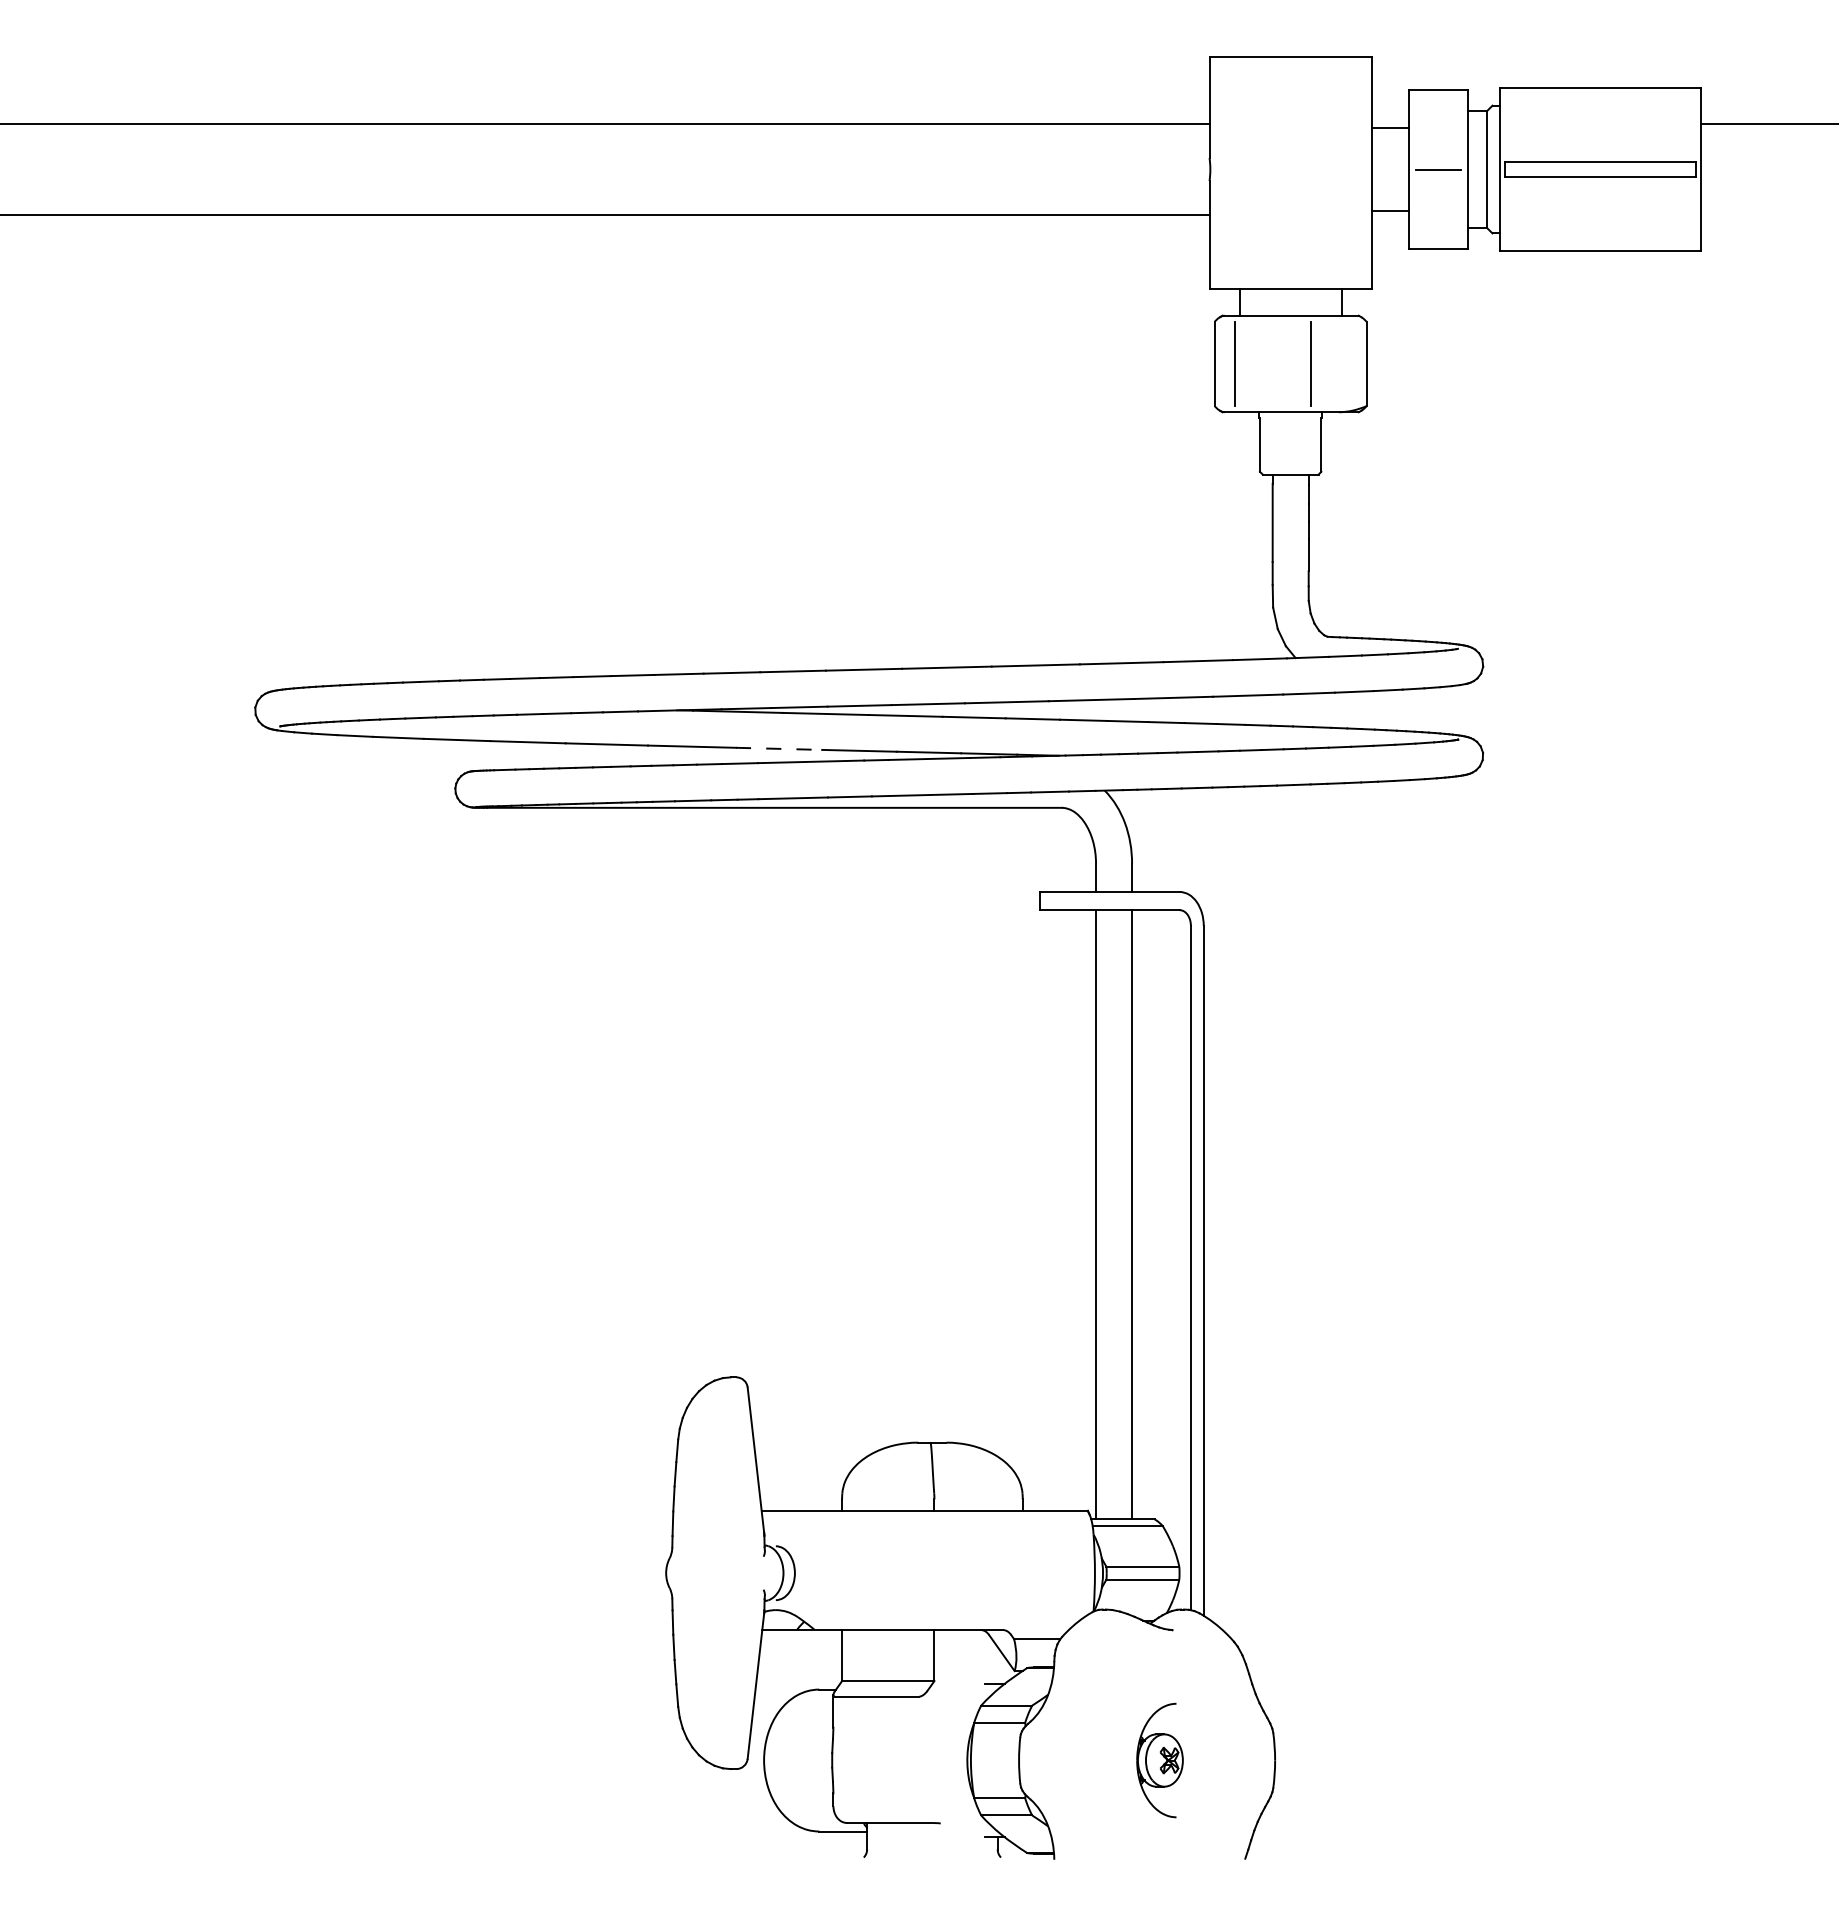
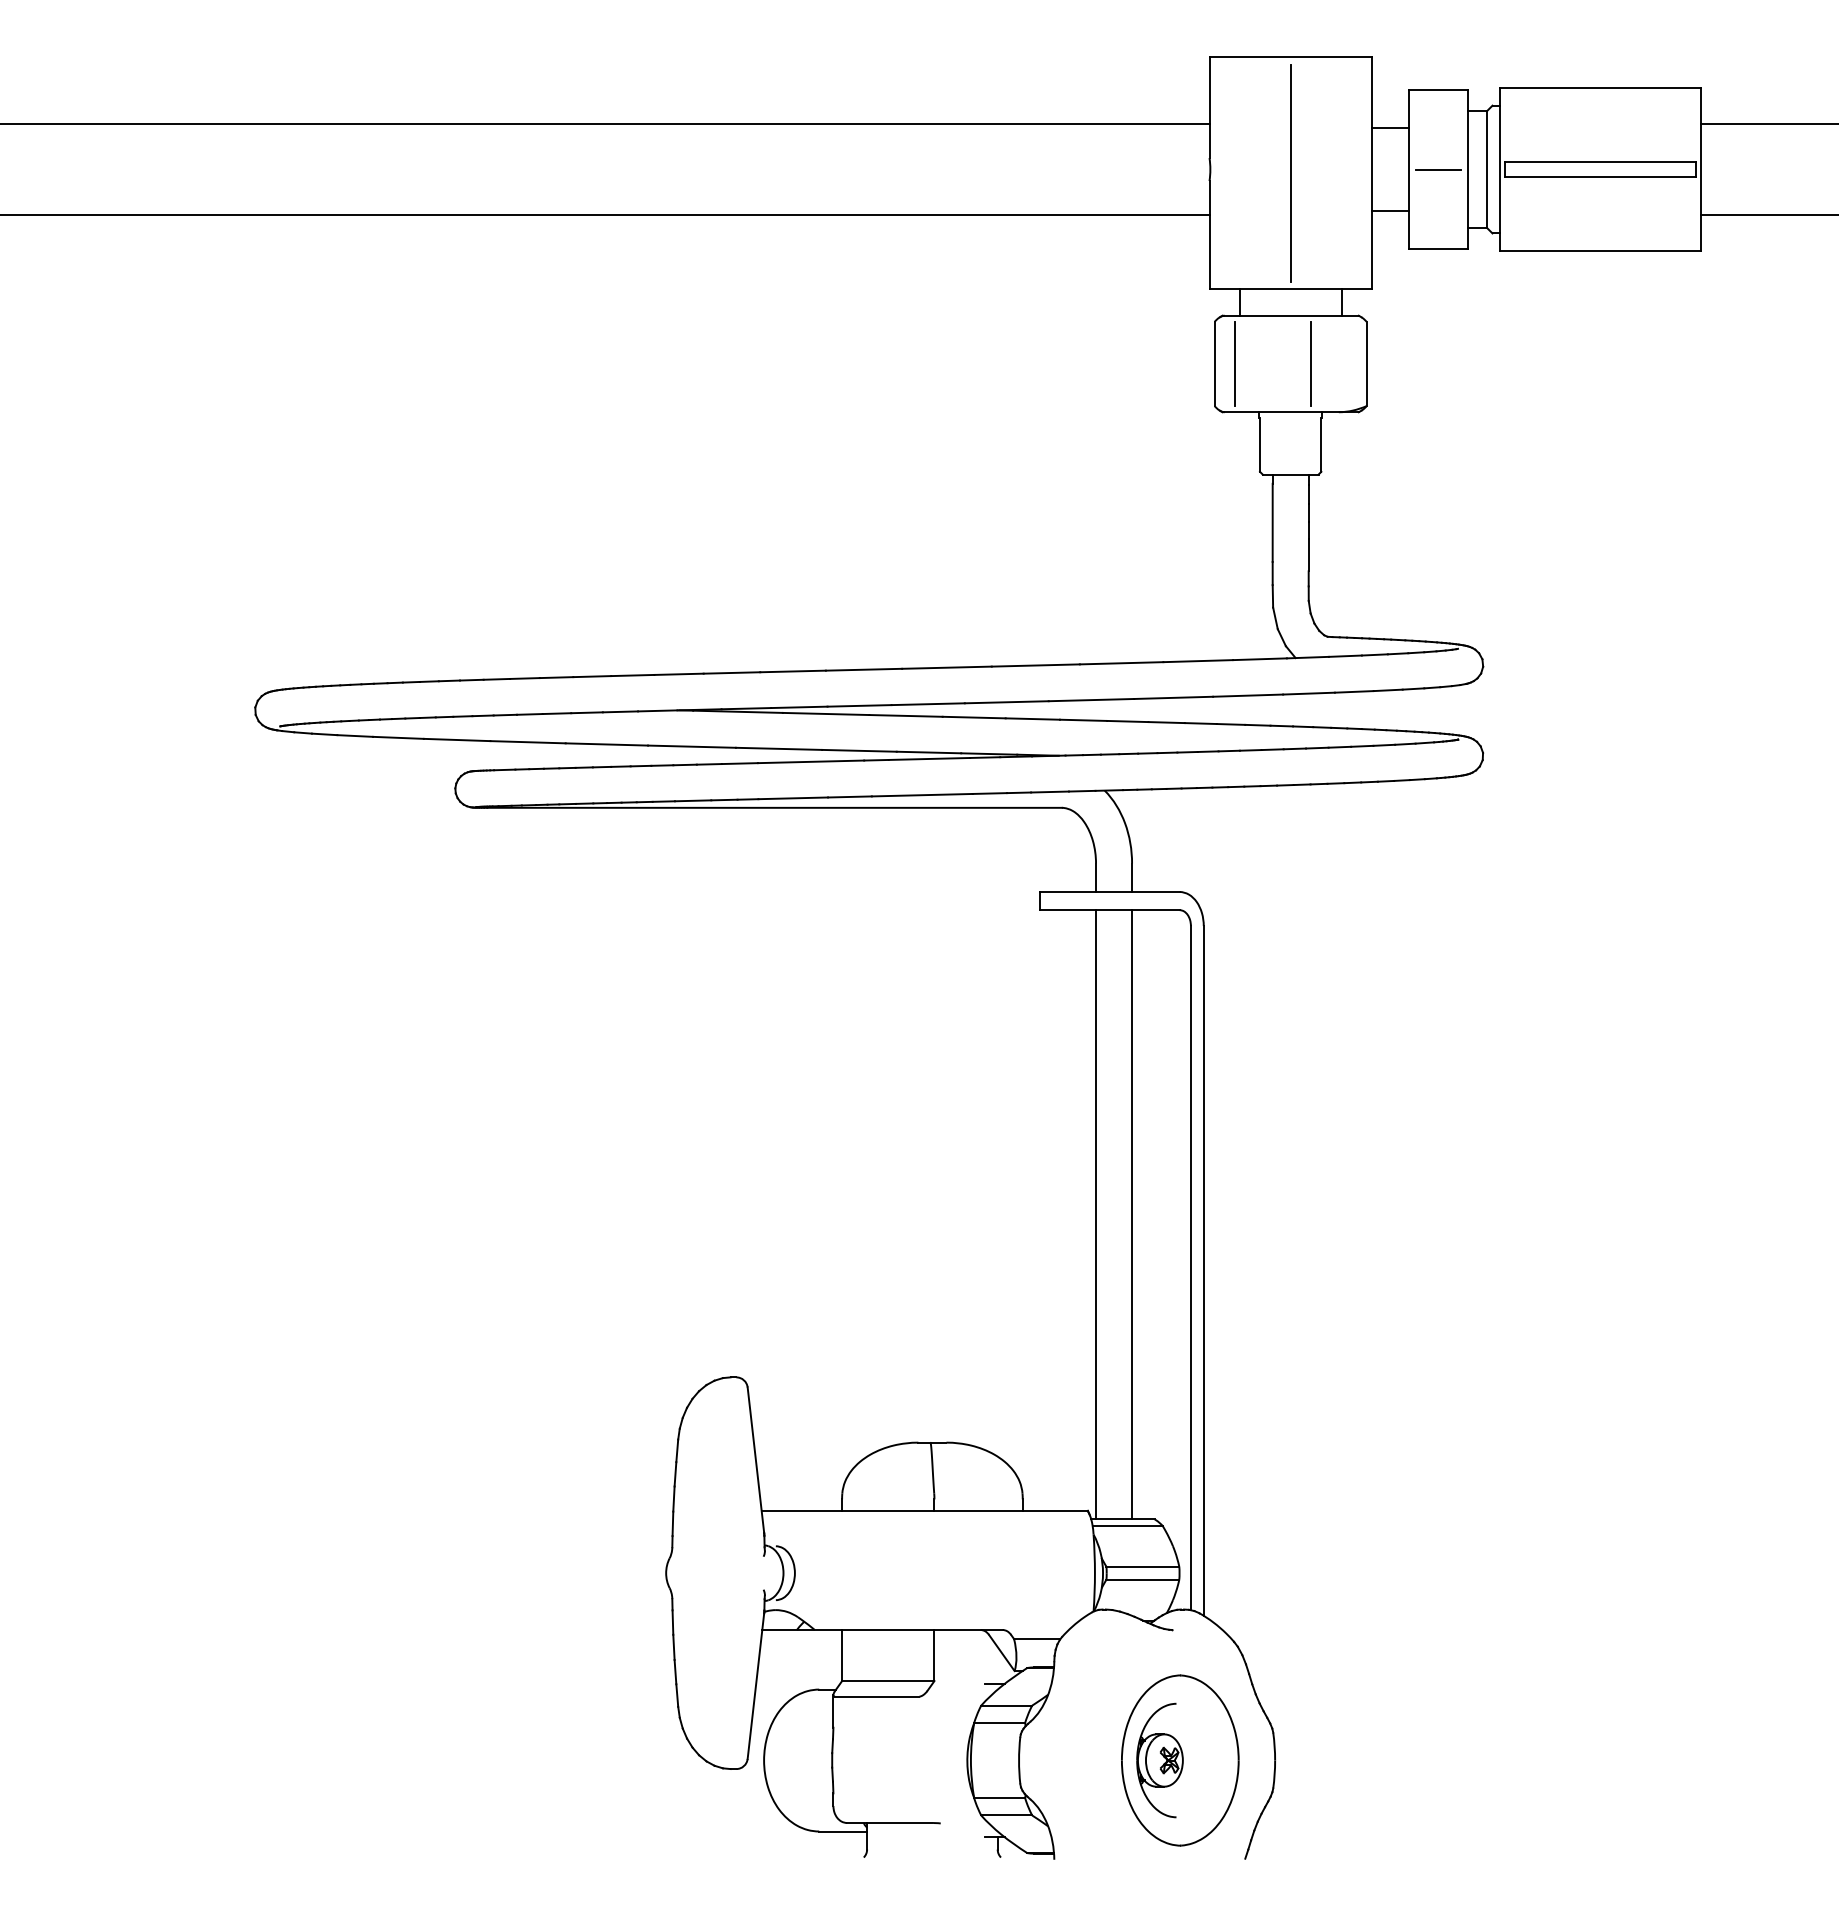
line at (1290, 172): none -> present
line at (1767, 214): none -> present
line at (779, 748): dashed -> solid
part at (1180, 1760): none -> present
